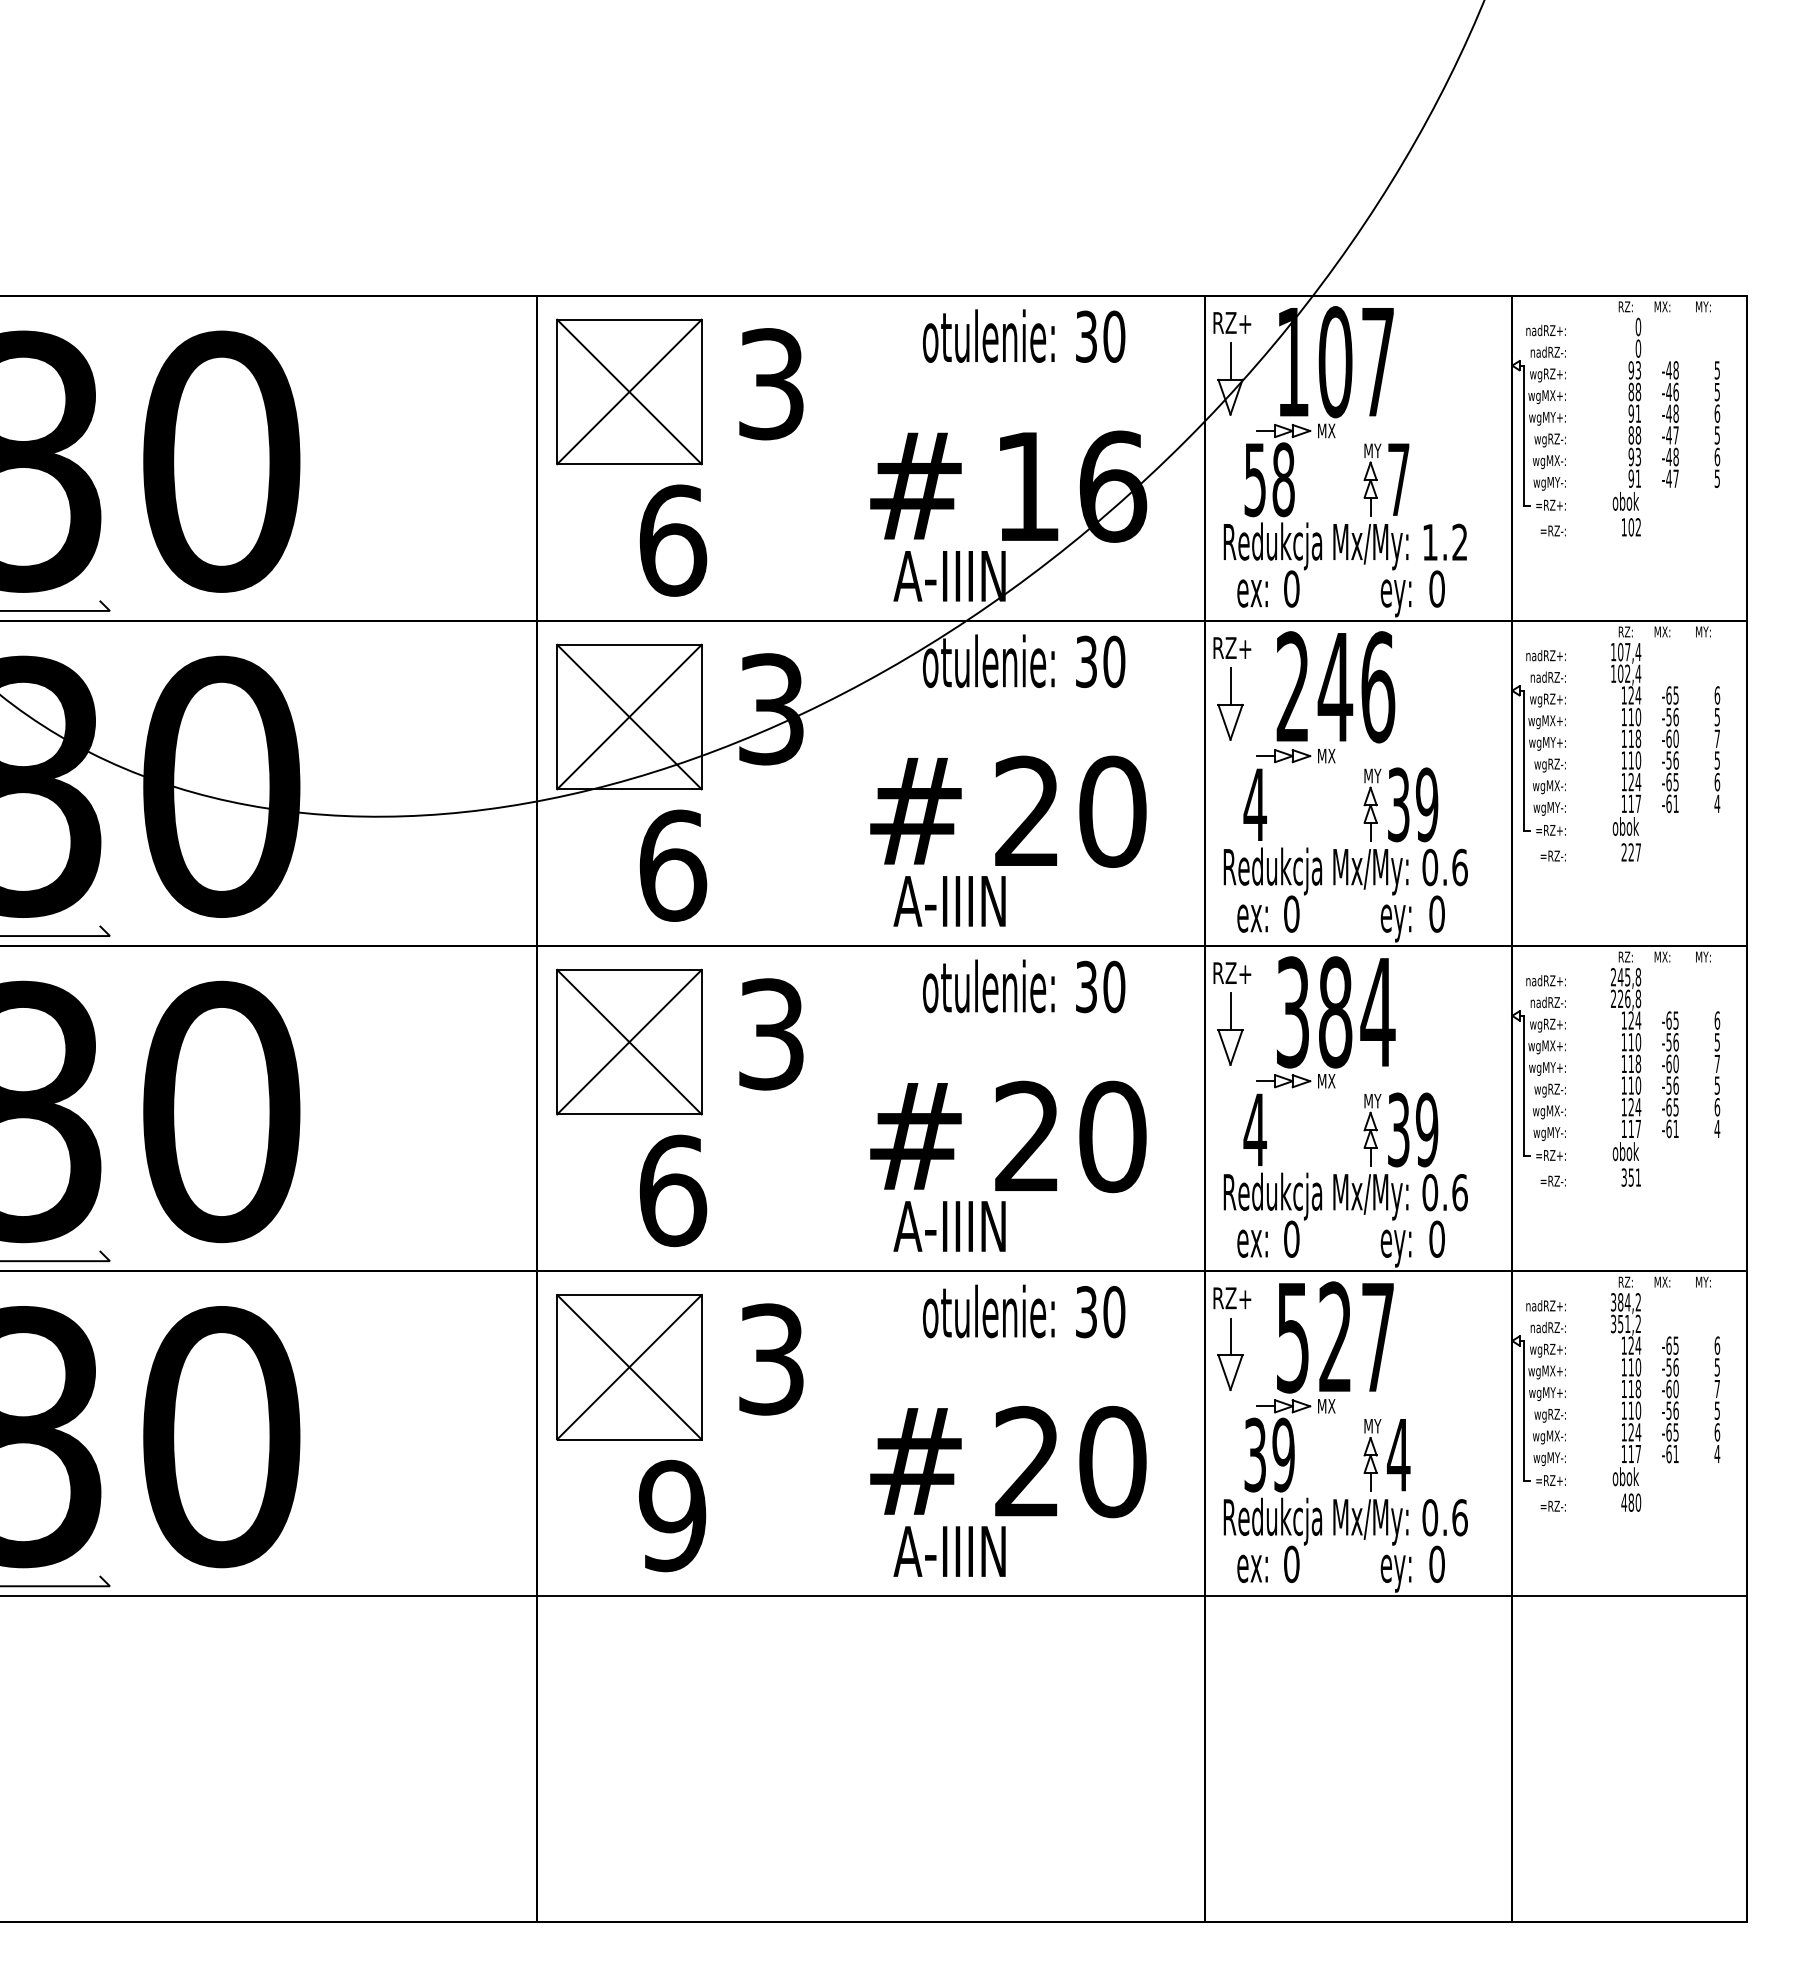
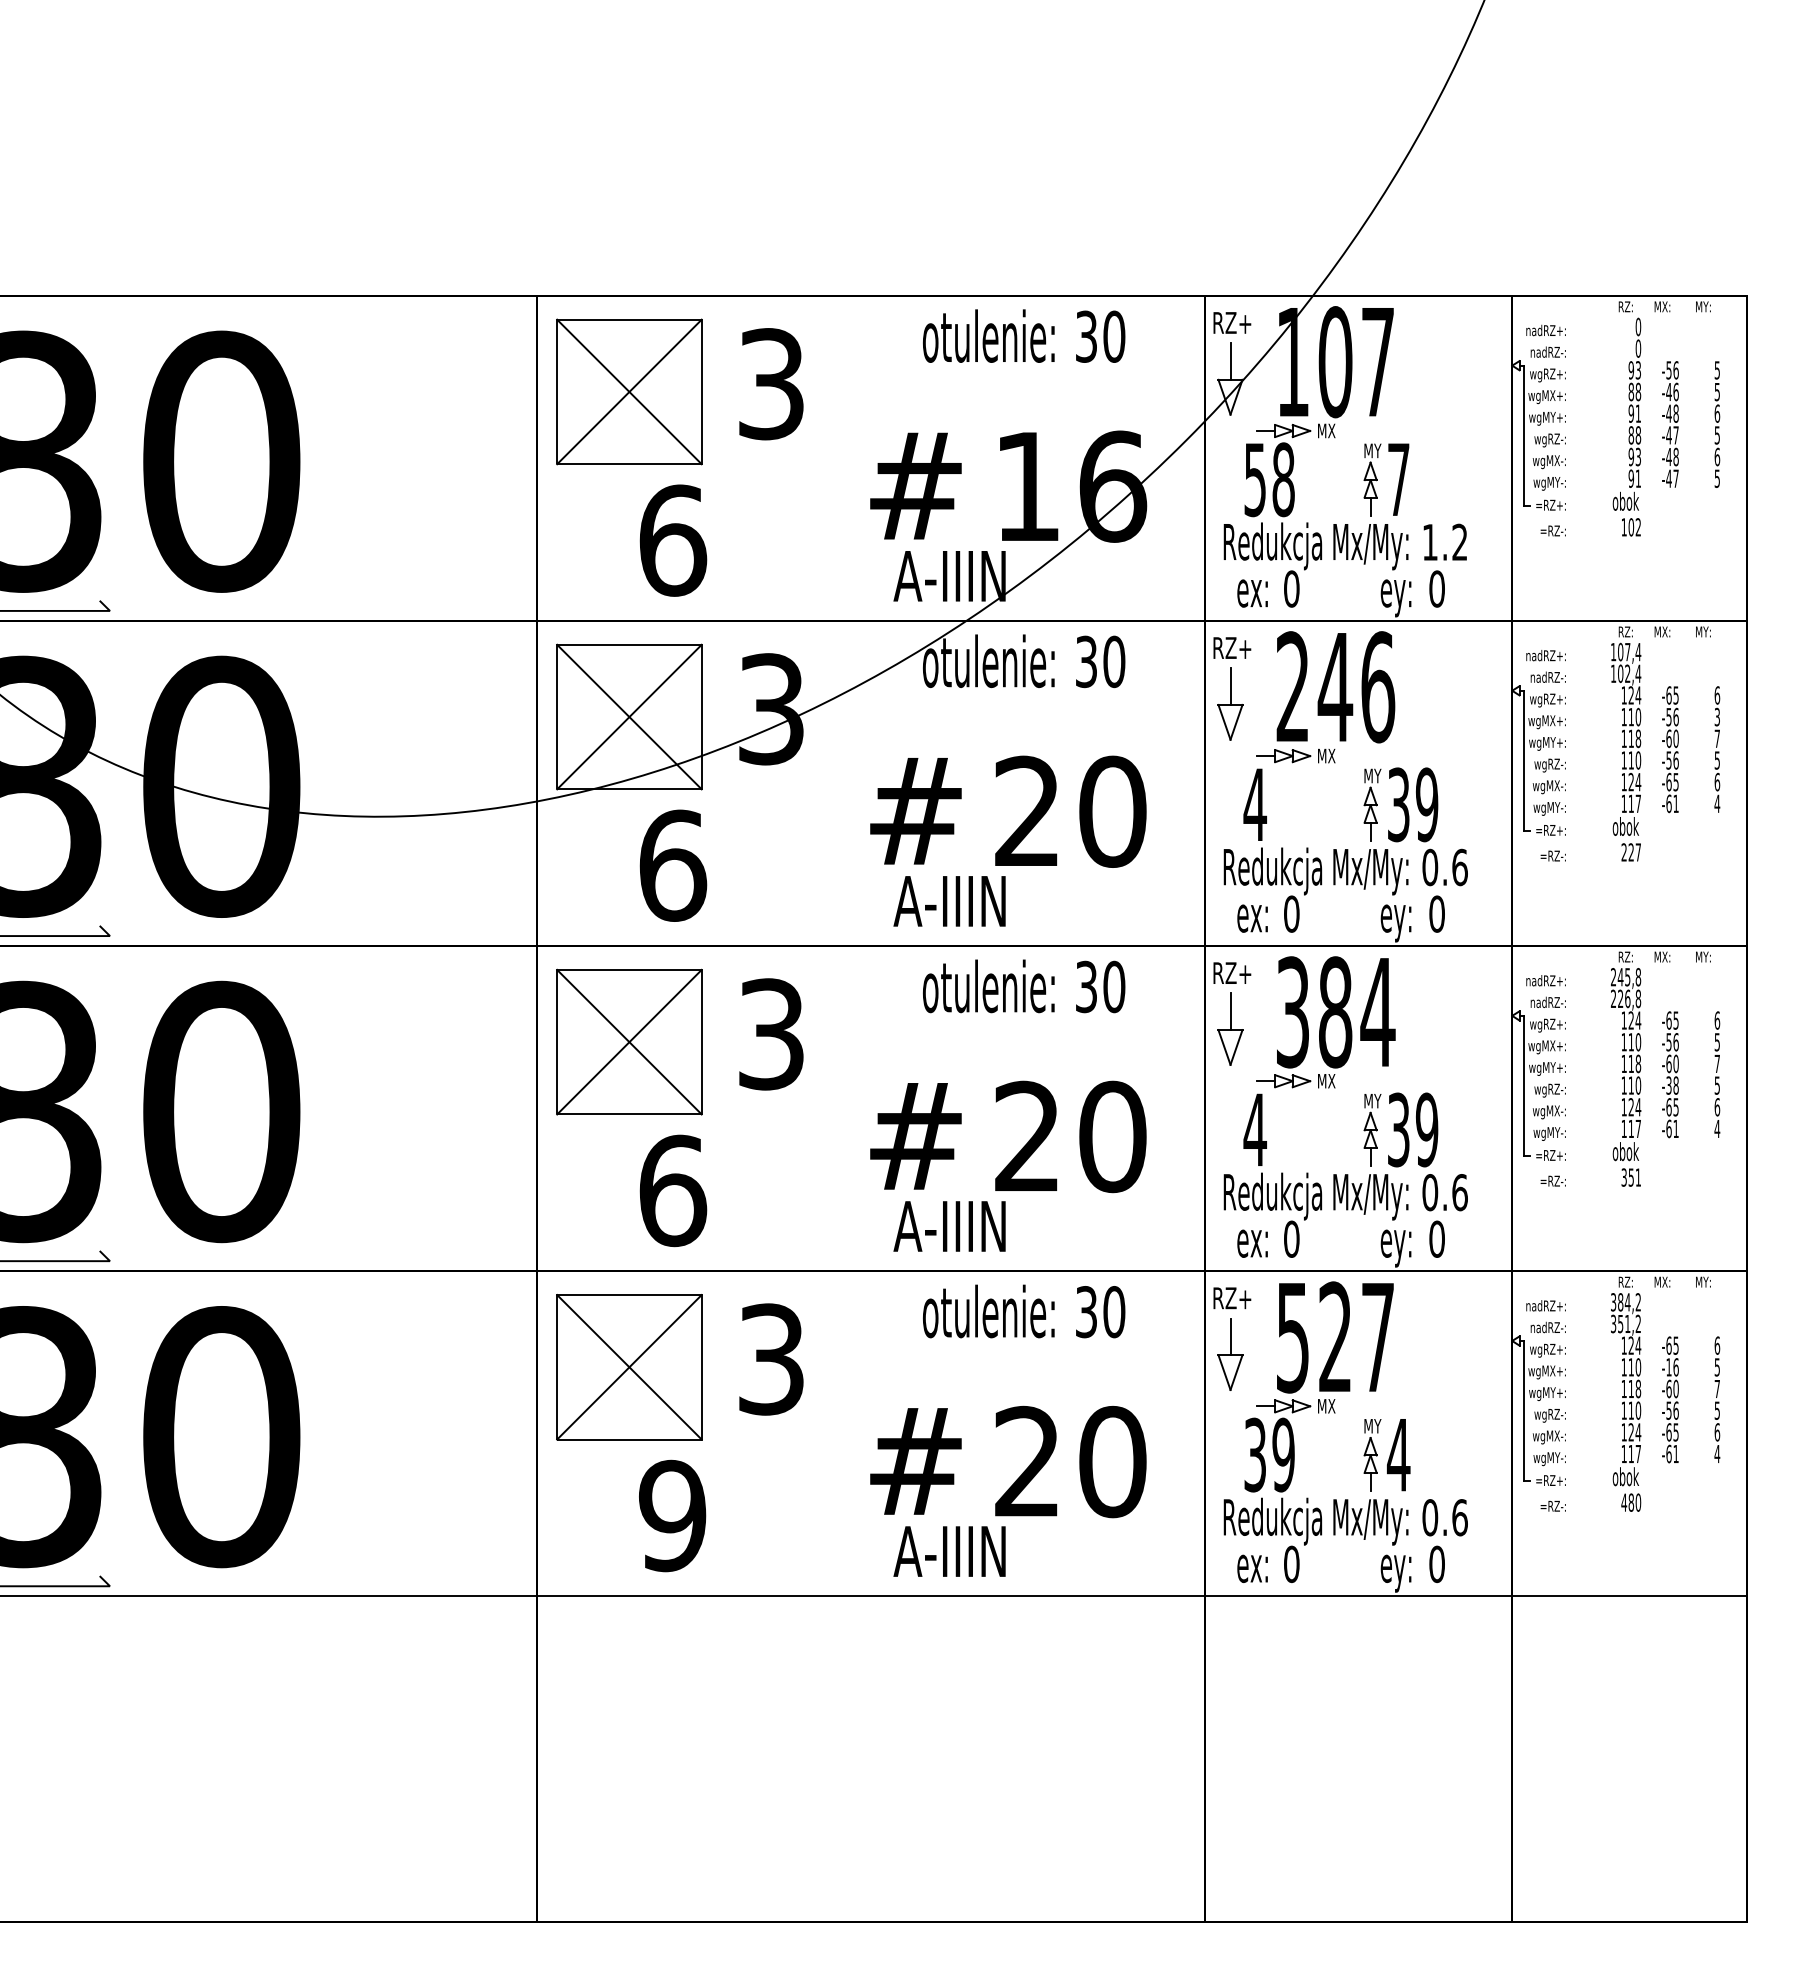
text at (1672, 370): -48 -> -56
text at (1717, 716): 5 -> 3
text at (1672, 1085): -56 -> -38
text at (1668, 1367): -56 -> -16
